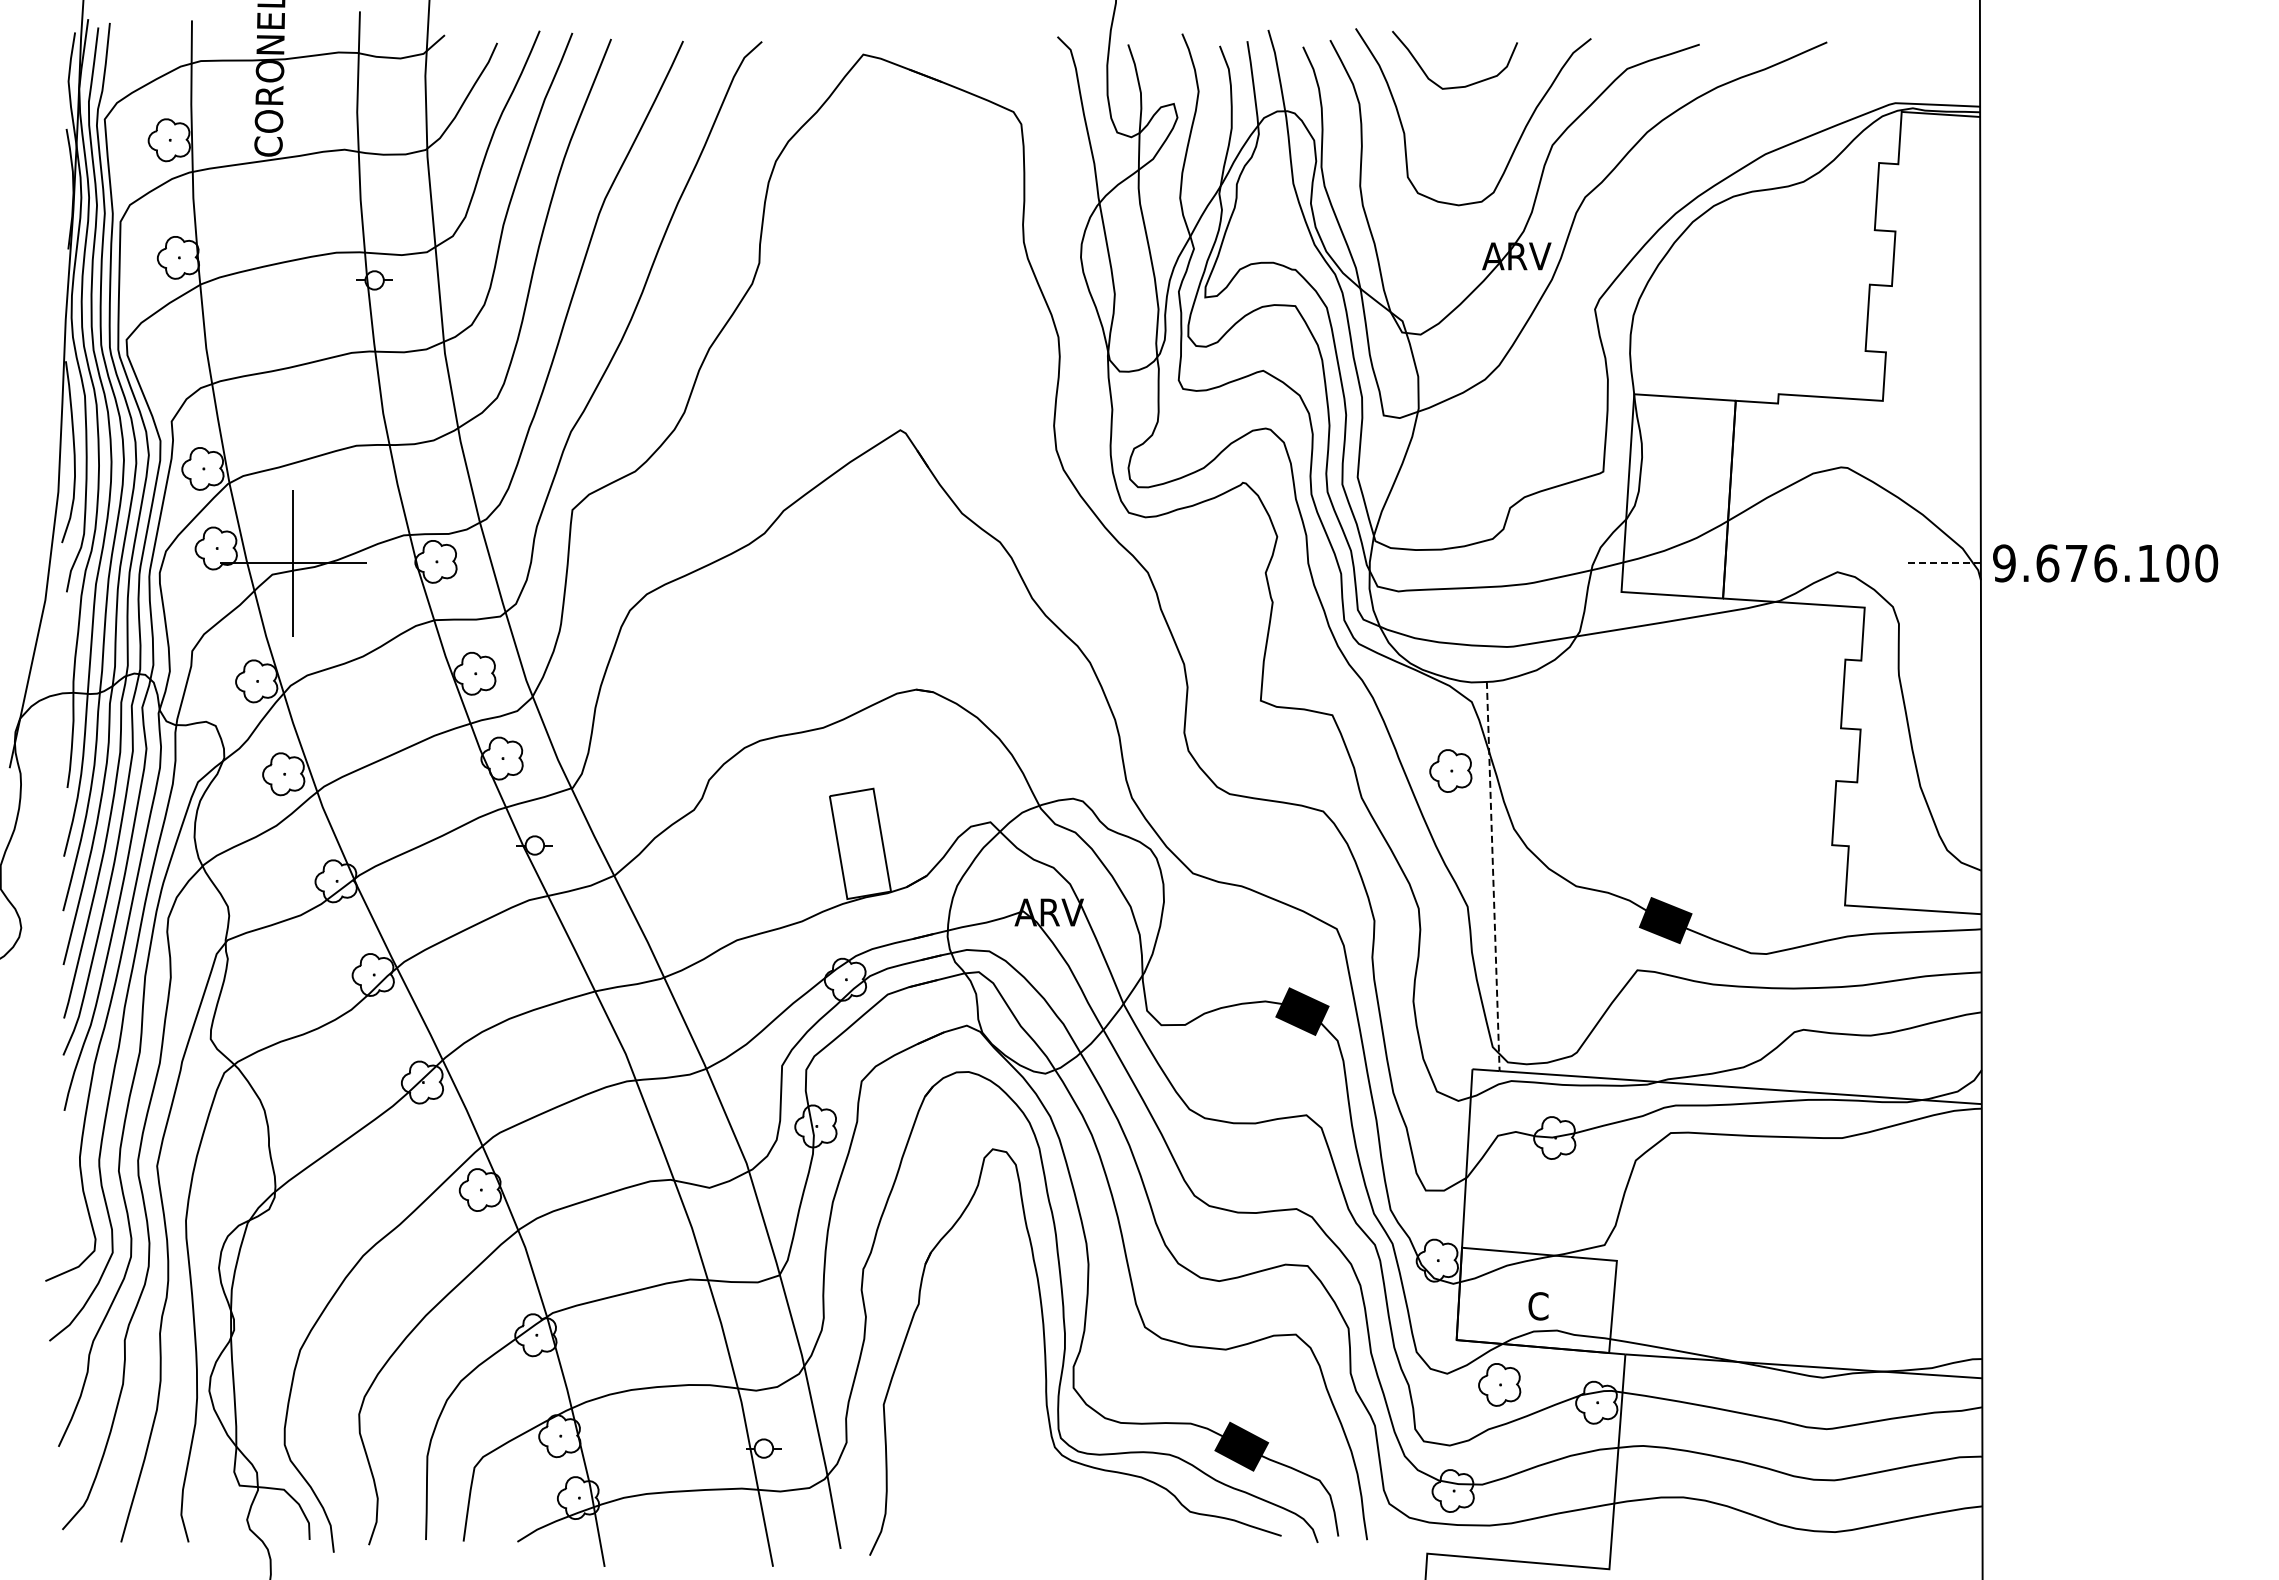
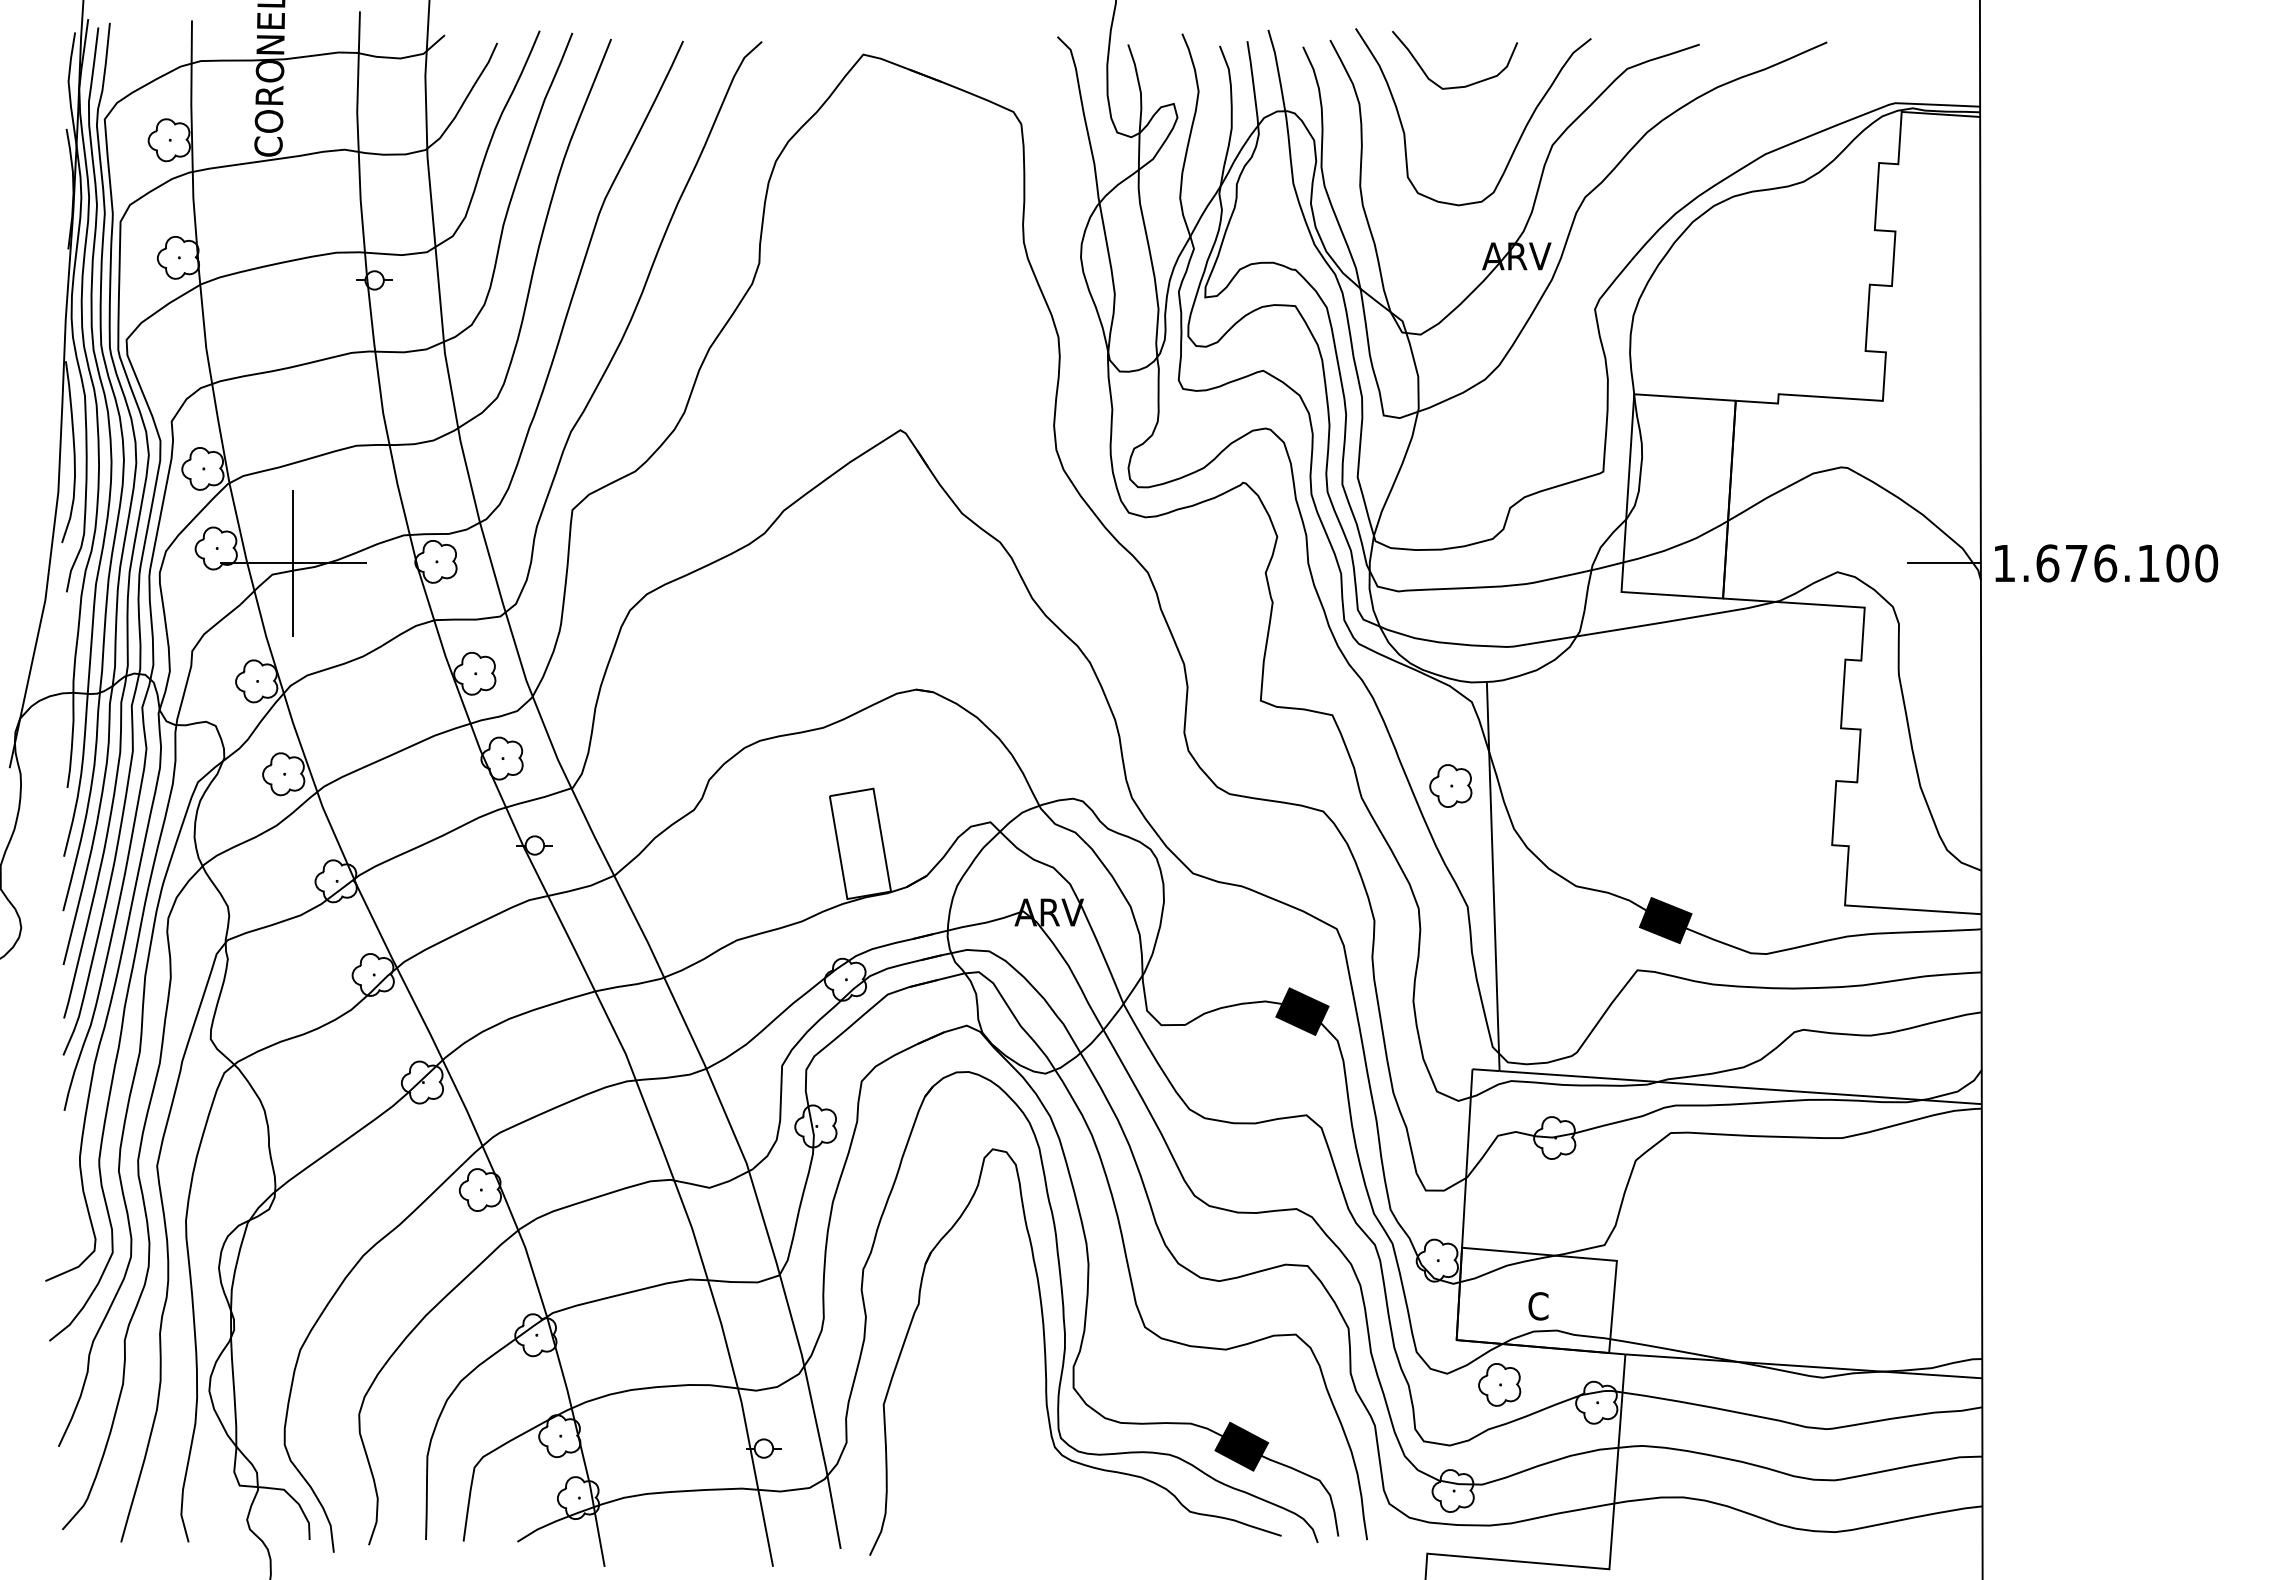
line at (1944, 563): dashed -> solid
text at (2004, 563): 9.676.100 -> 1.676.100
part at (1450, 770) position: (1450, 770) -> (1450, 785)
line at (1493, 876): dashed -> solid
